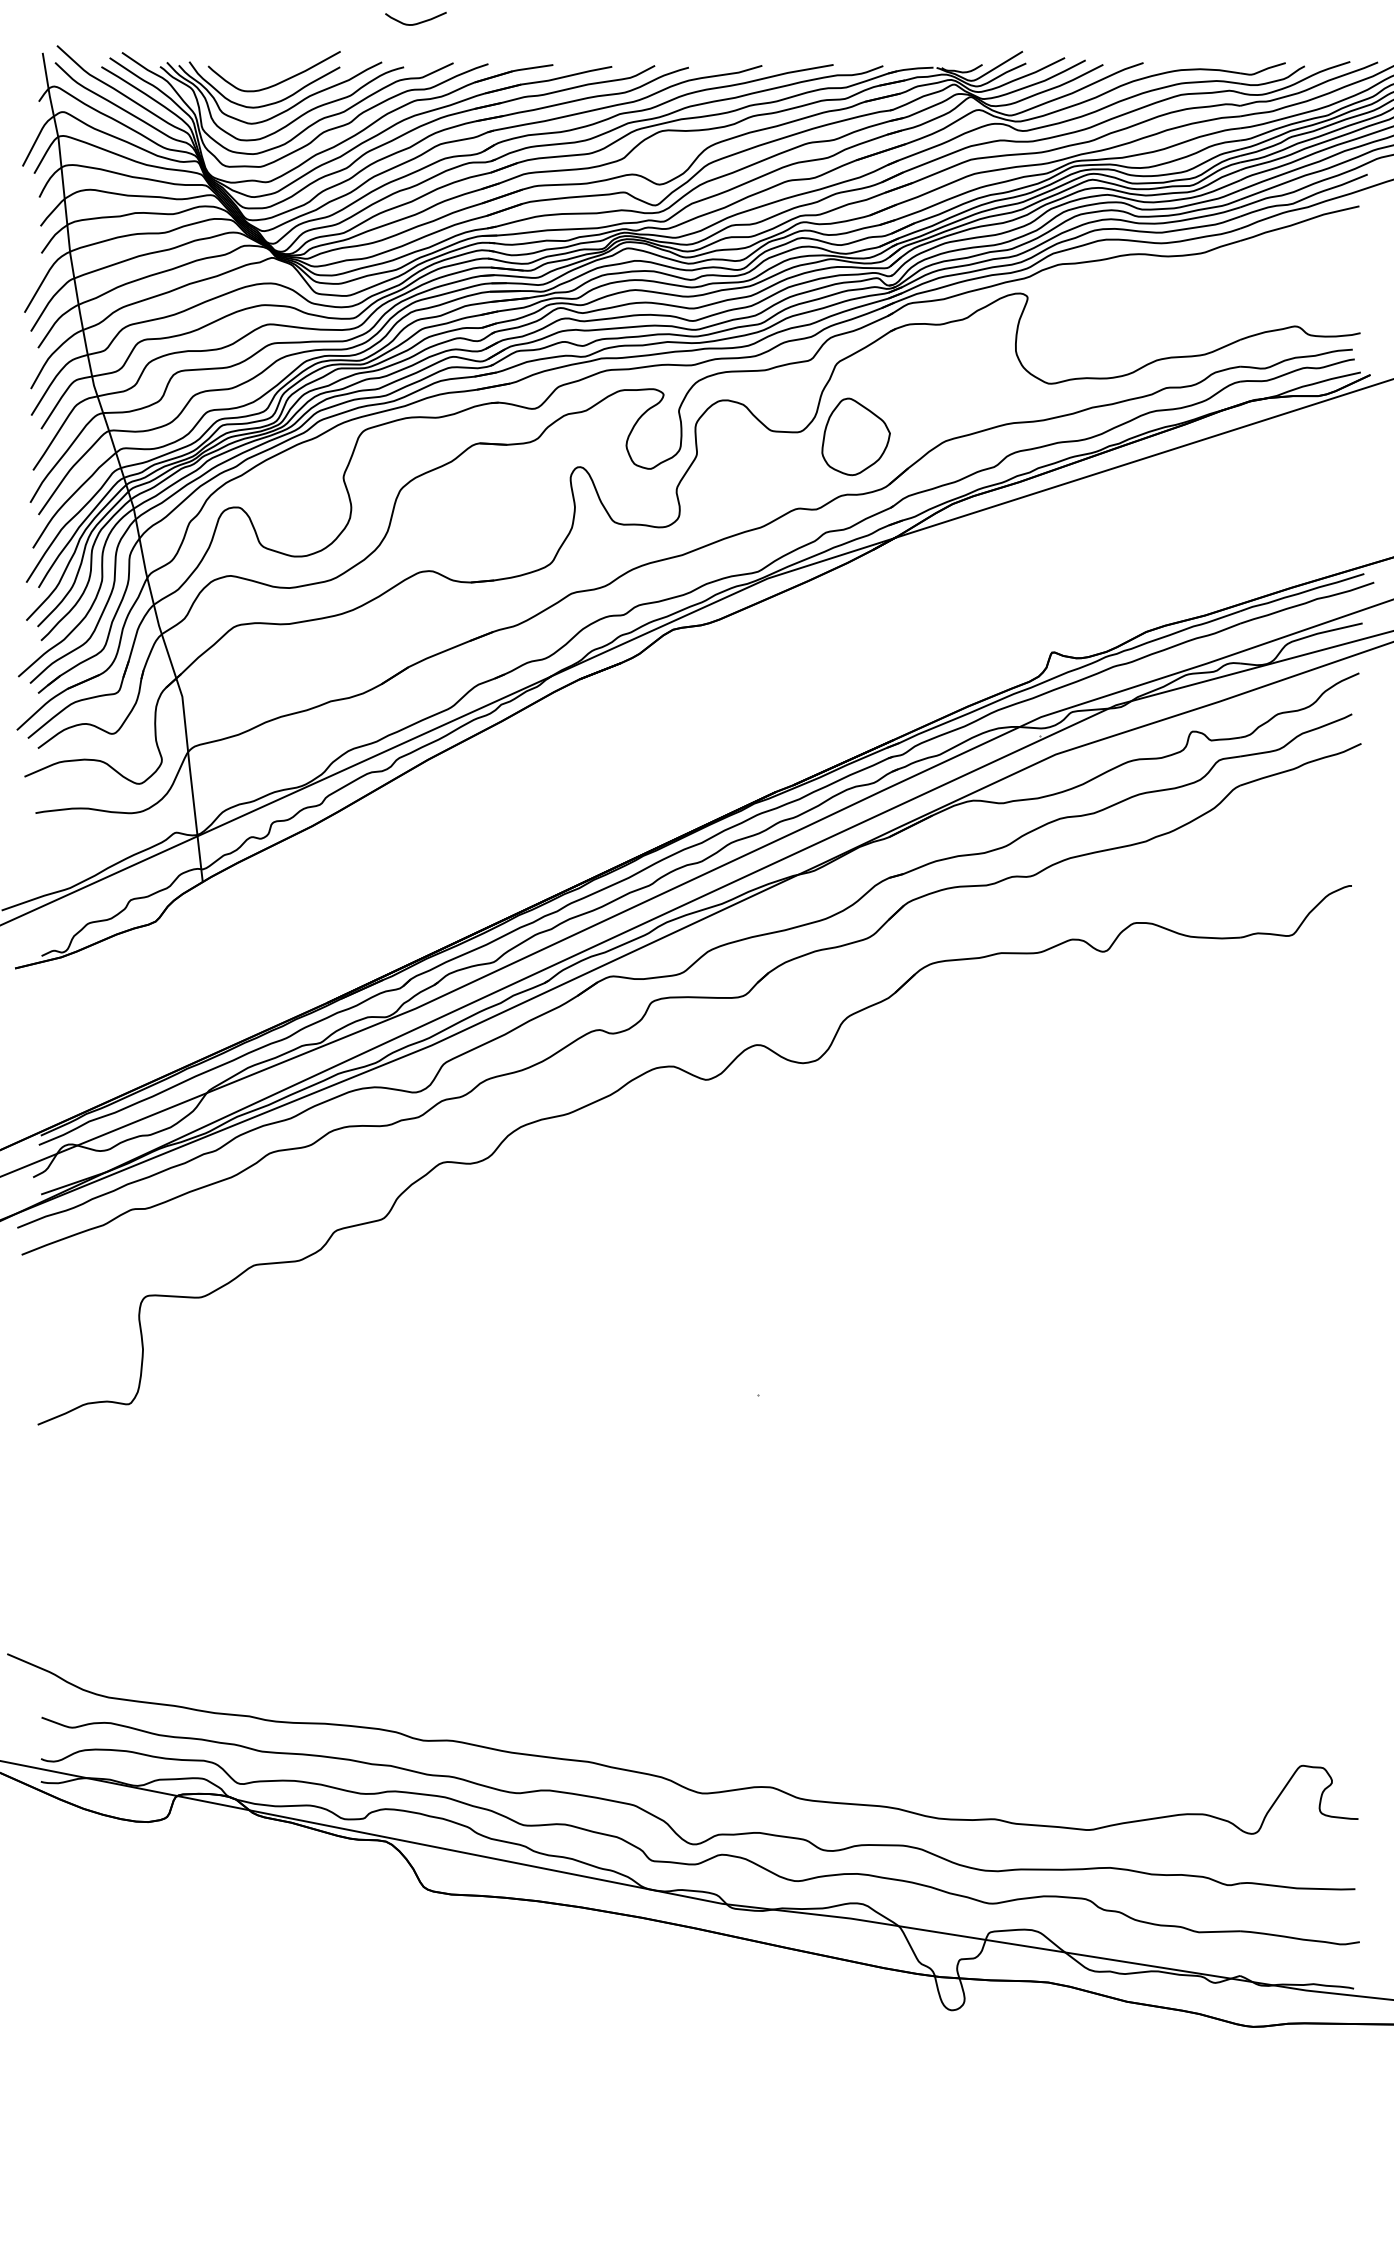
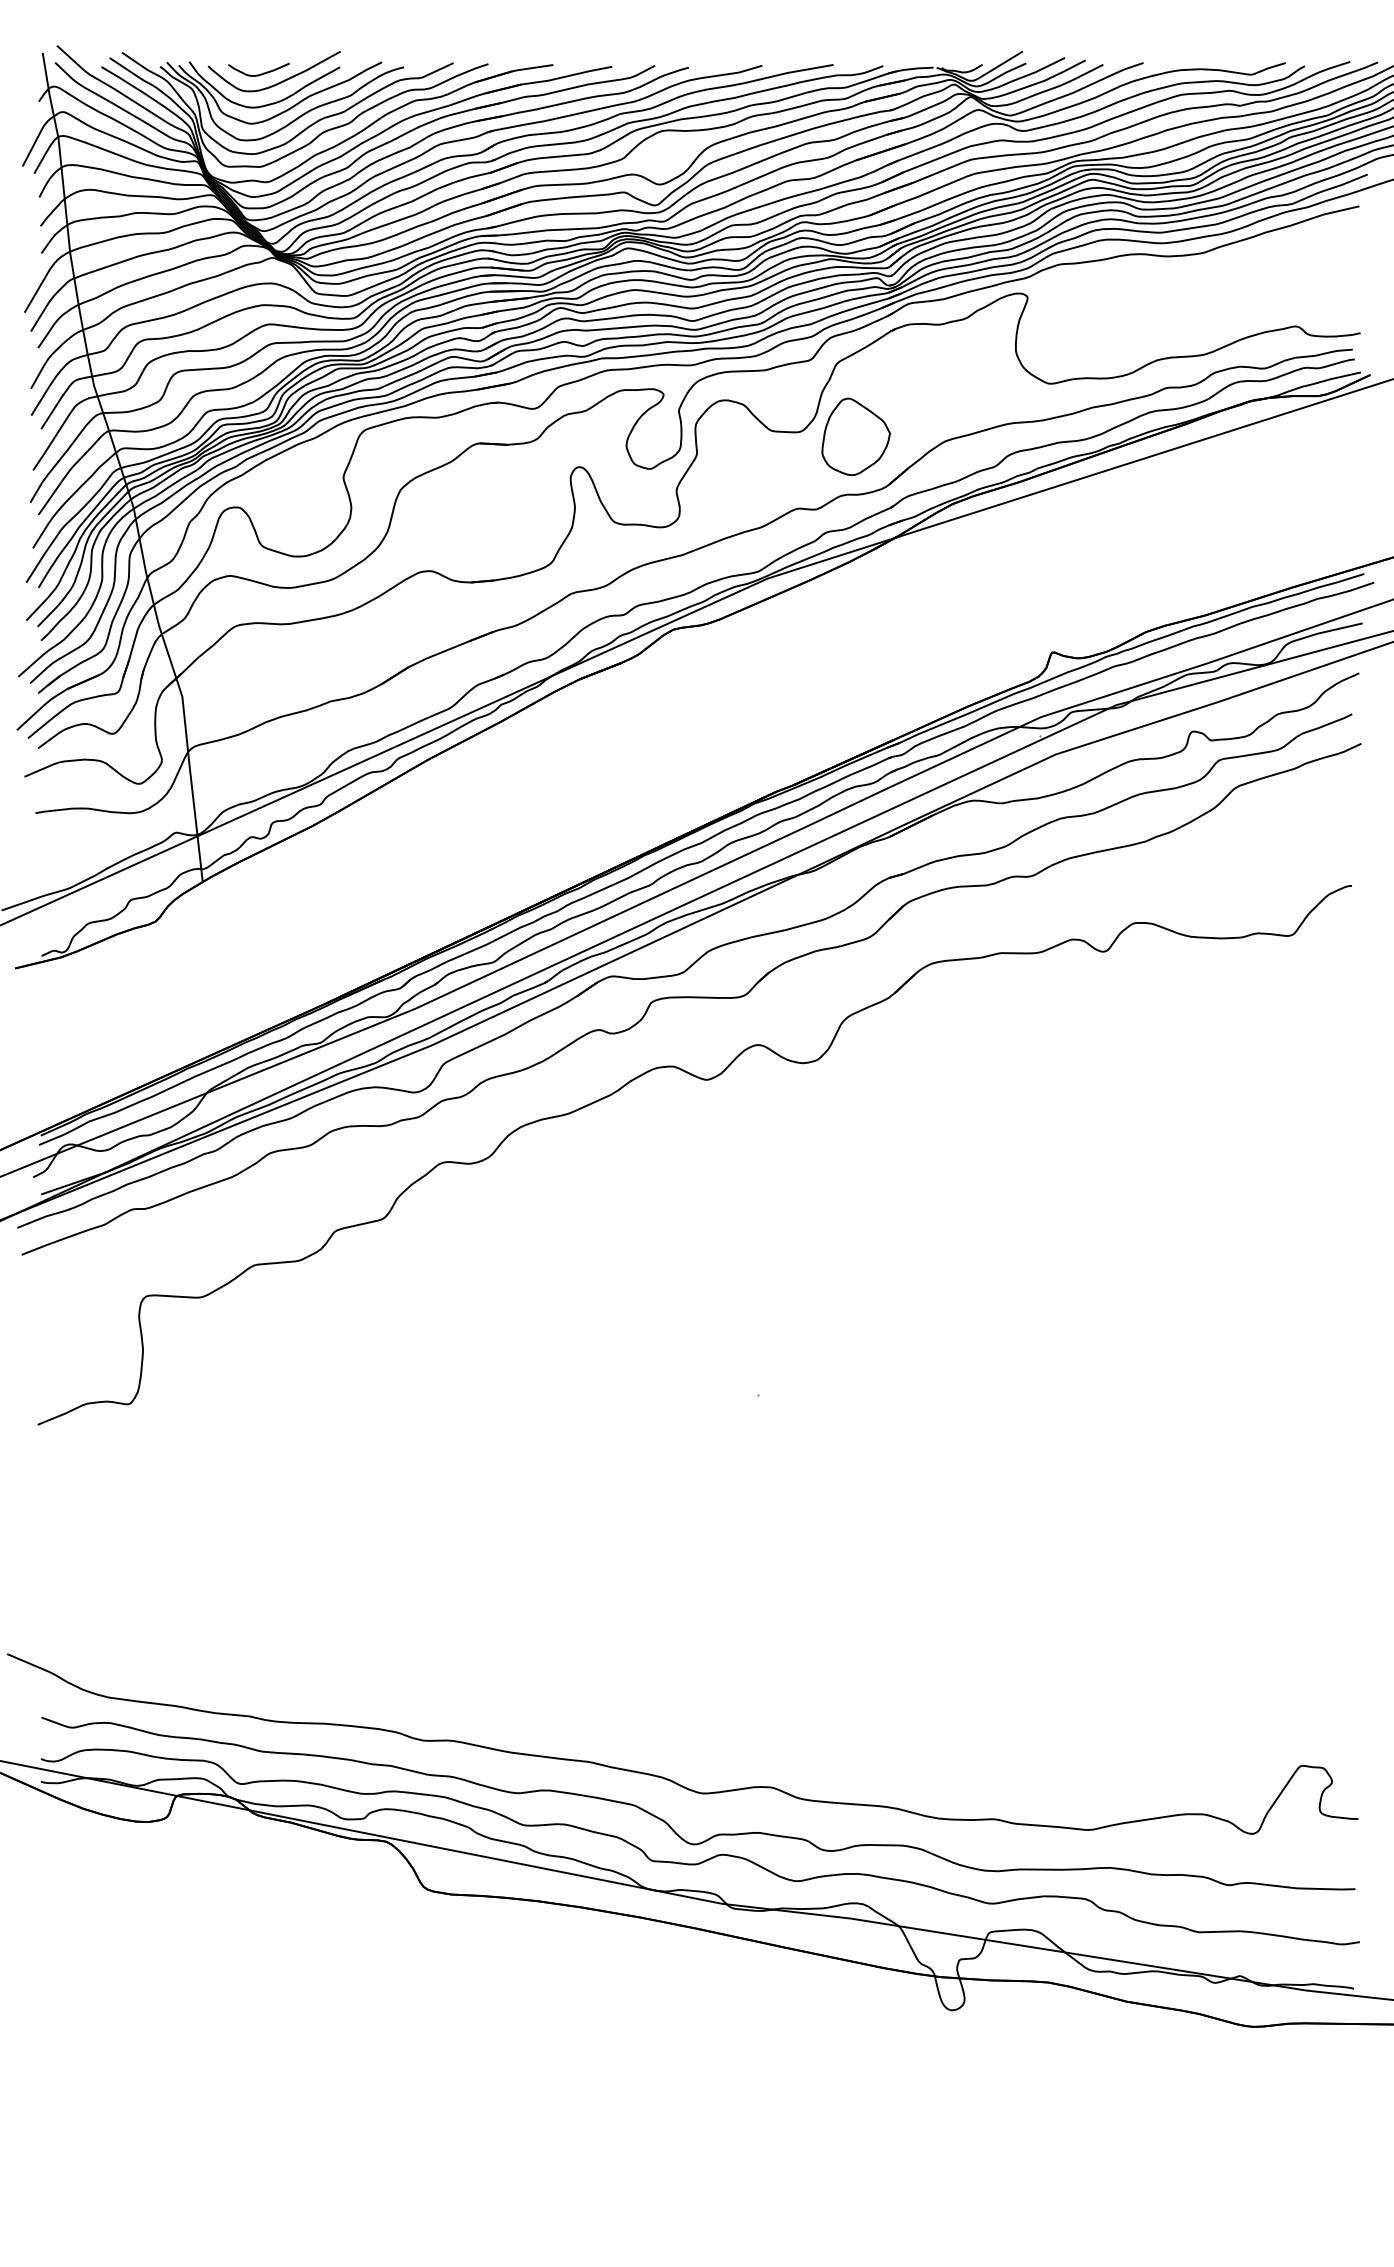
curve at (417, 22) position: (417, 22) -> (260, 73)
